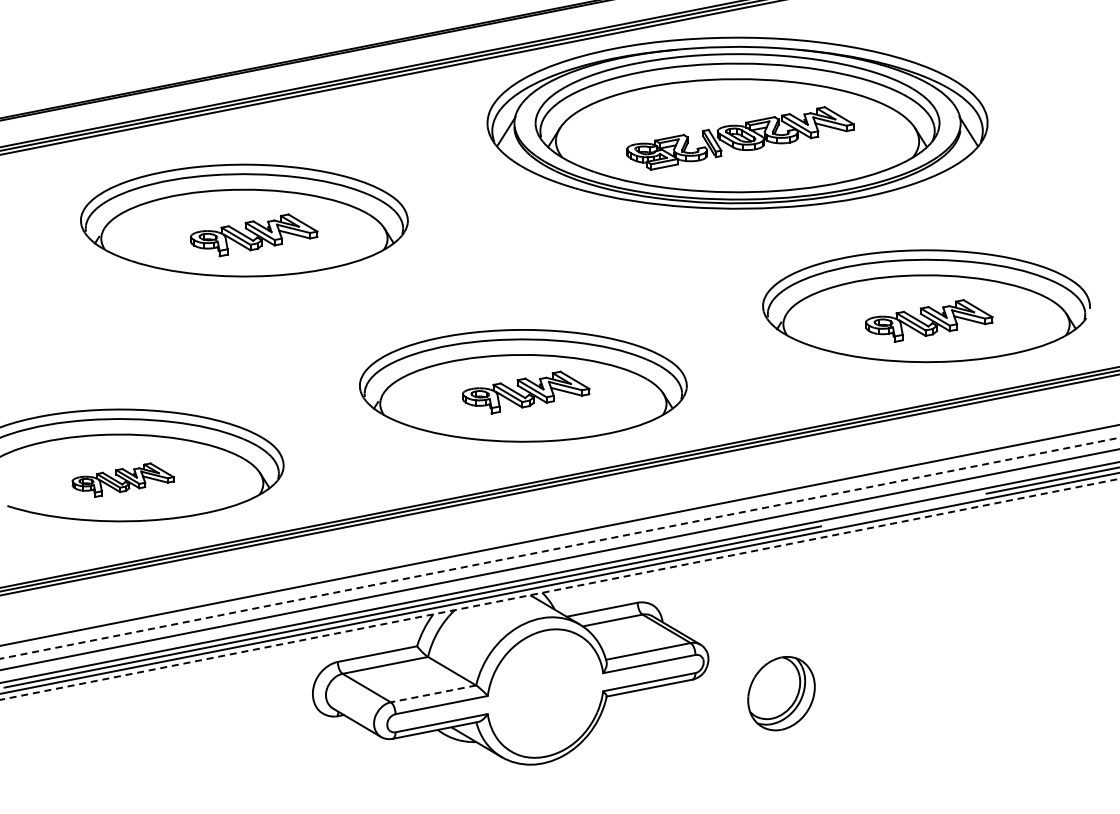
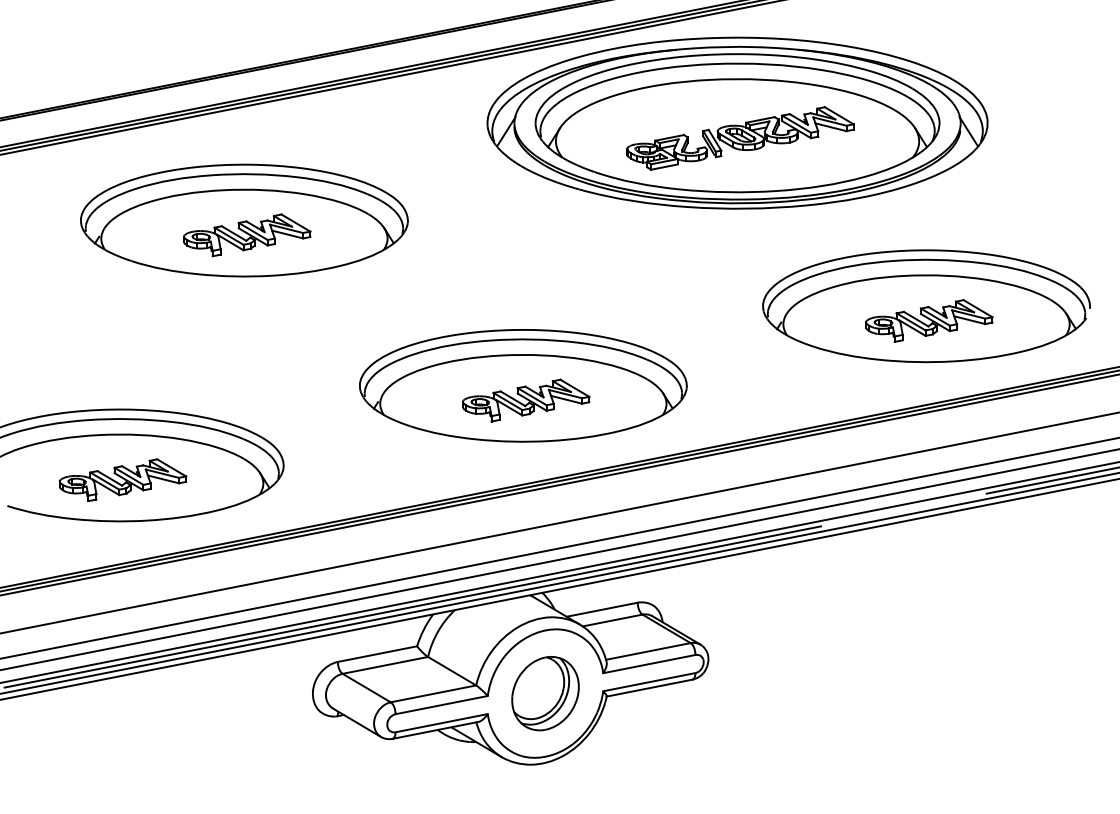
part at (254, 235) position: (254, 235) -> (247, 235)
part at (526, 392) position: (526, 392) -> (526, 400)
part at (122, 479) size: 104x36 px -> 129x44 px
line at (559, 535) position: (559, 535) -> (559, 523)
line at (560, 548): dashed -> solid
line at (560, 589): dashed -> solid
line at (433, 693): dashed -> solid
part at (781, 693) position: (781, 693) -> (545, 693)
